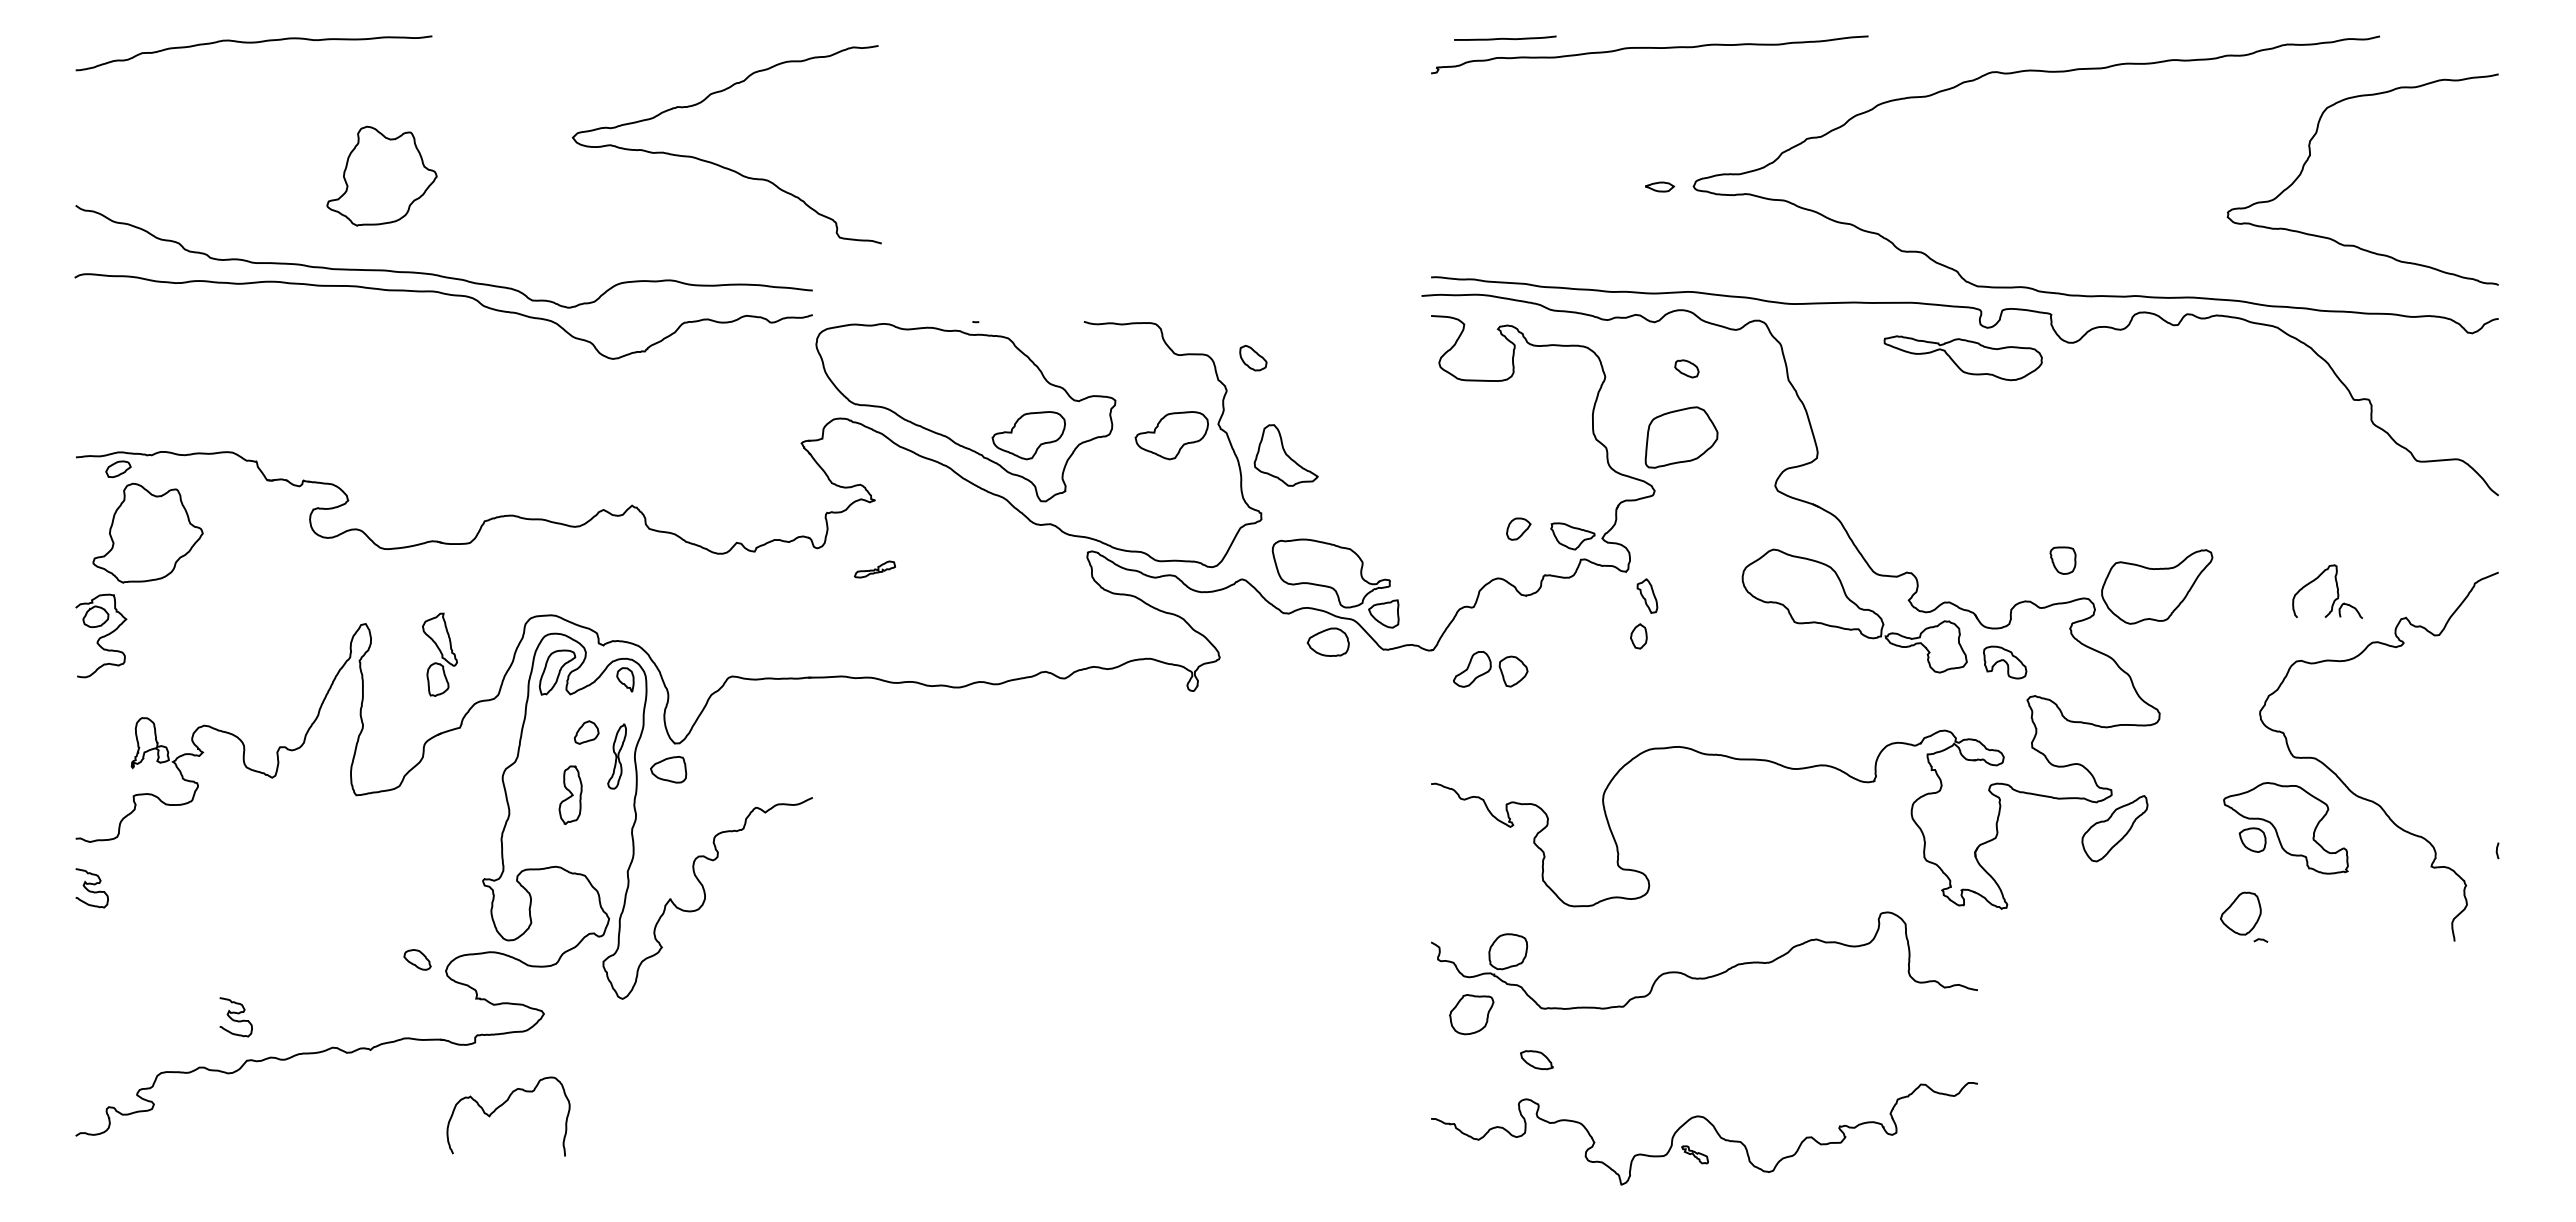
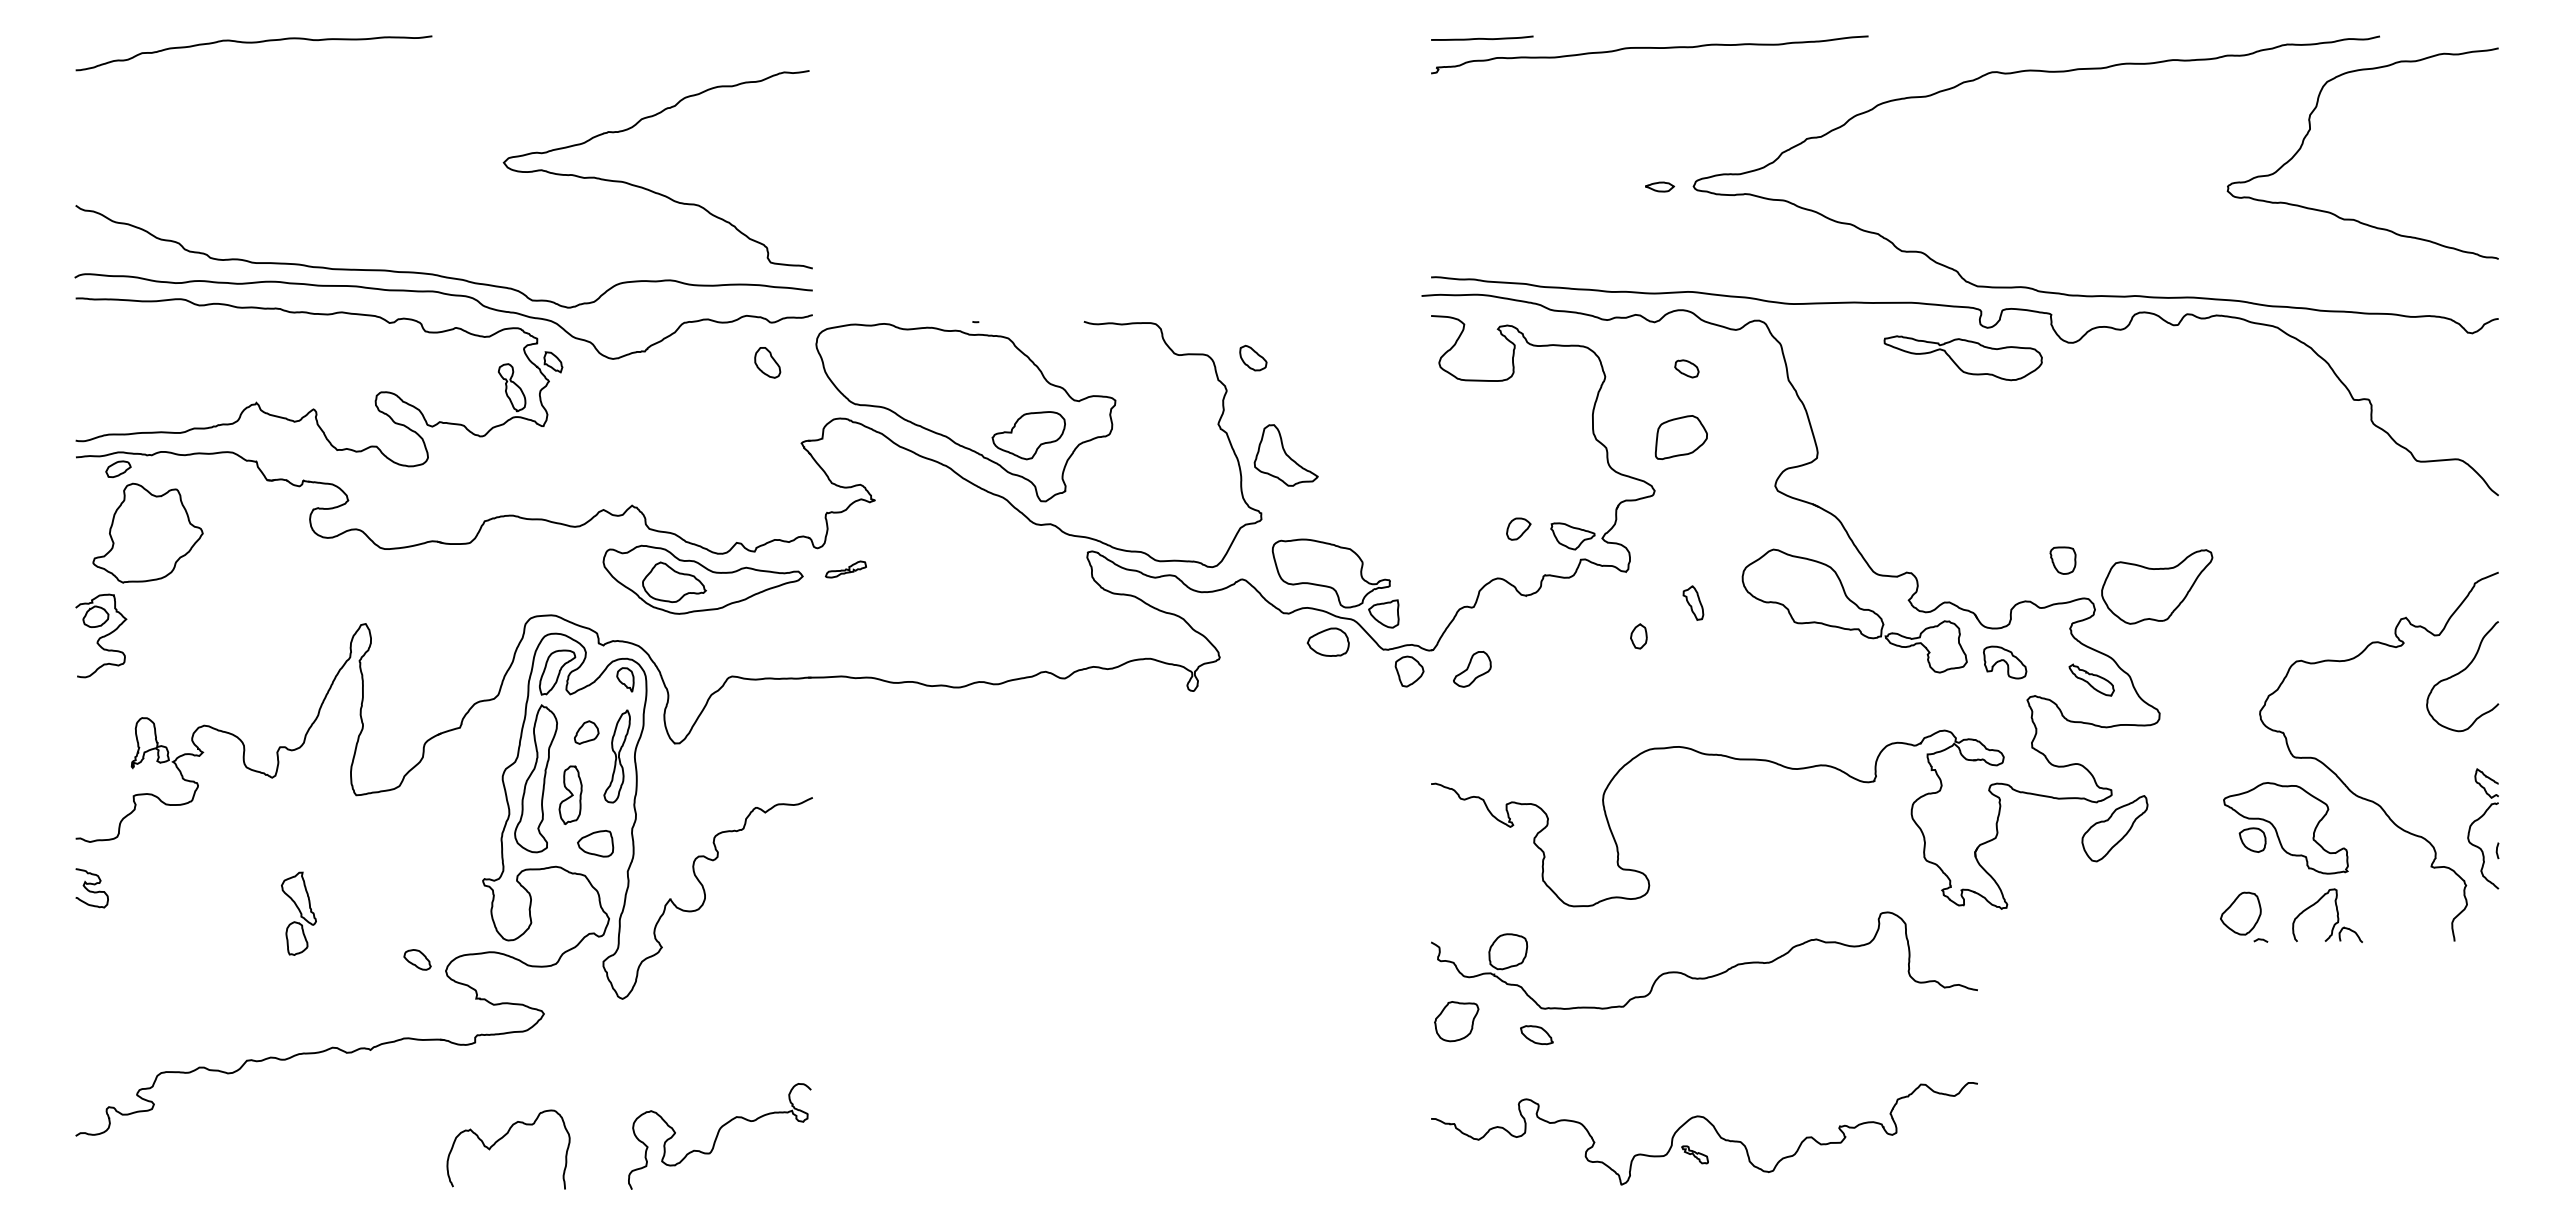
curve at (1505, 38) position: (1505, 38) -> (1482, 38)
curve at (2310, 156) position: (2310, 156) -> (2310, 130)
curve at (719, 164) position: (719, 164) -> (650, 189)
part at (381, 175): present -> none
part at (767, 362): none -> present
part at (314, 408): none -> present
part at (1171, 435): present -> none
part at (1681, 437) size: 75x63 px -> 54x45 px
part at (874, 569) position: (874, 569) -> (845, 569)
part at (702, 579): none -> present
part at (2336, 591) position: (2336, 591) -> (2336, 915)
part at (1647, 595) position: (1647, 595) -> (1693, 602)
part at (439, 654) position: (439, 654) -> (298, 913)
part at (1513, 671) position: (1513, 671) -> (1409, 671)
curve at (2460, 673): none -> present
part at (2091, 679): none -> present
part at (616, 756) size: 20x67 px -> 28x95 px
part at (668, 769) position: (668, 769) -> (595, 843)
part at (535, 778): none -> present
part at (2478, 820): none -> present
part at (1471, 1014) position: (1471, 1014) -> (1456, 1021)
curve at (235, 1019): present -> none
part at (1536, 1060) position: (1536, 1060) -> (1536, 1035)
curve at (501, 1106) position: (501, 1106) -> (501, 1139)
curve at (718, 1135): none -> present
